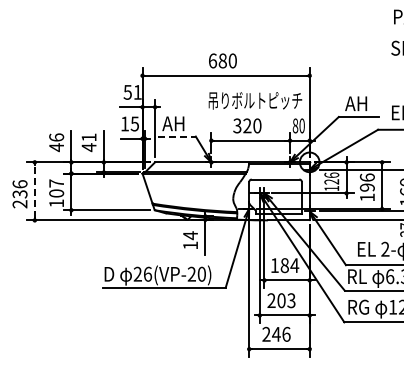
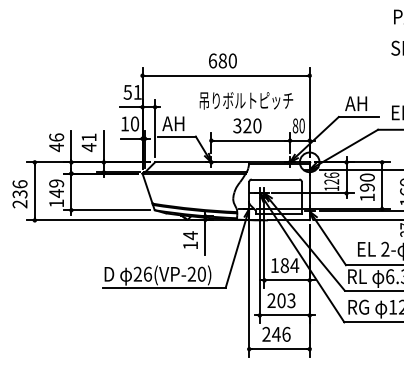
text at (255, 100) position: (255, 100) -> (246, 100)
text at (134, 123): 15 -> 10
line at (176, 136): dashed -> solid
text at (366, 177): 196 -> 190
text at (56, 188): 107 -> 149
line at (34, 191): dashed -> solid
